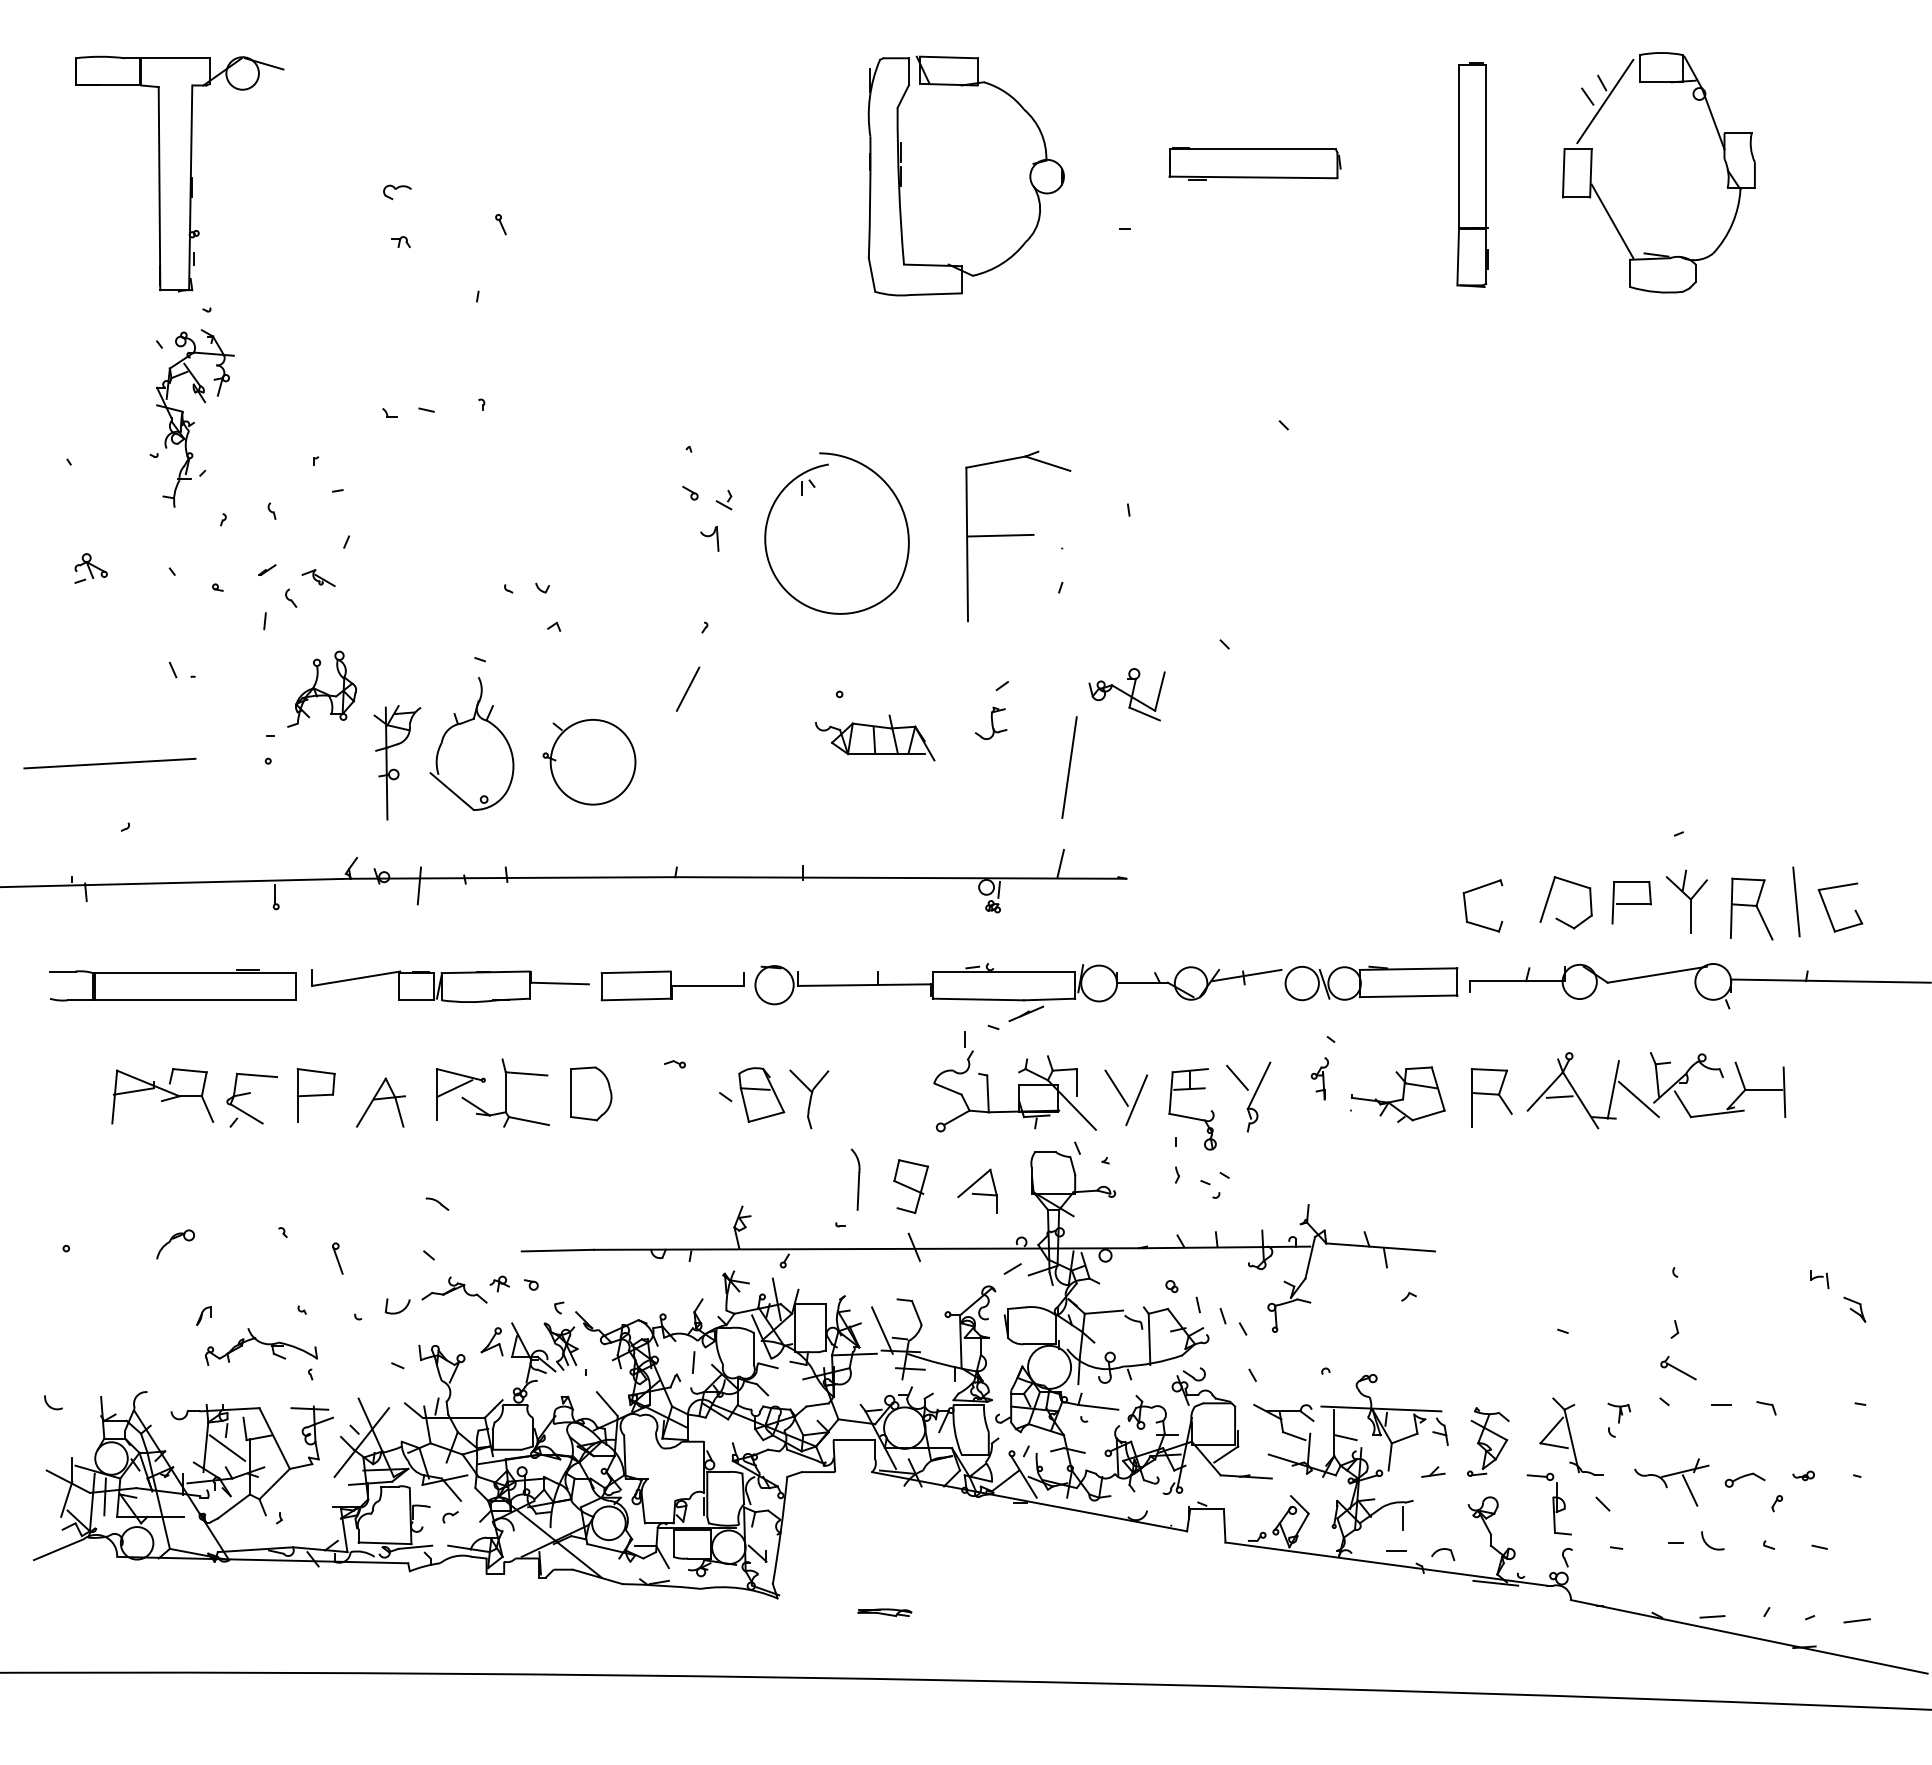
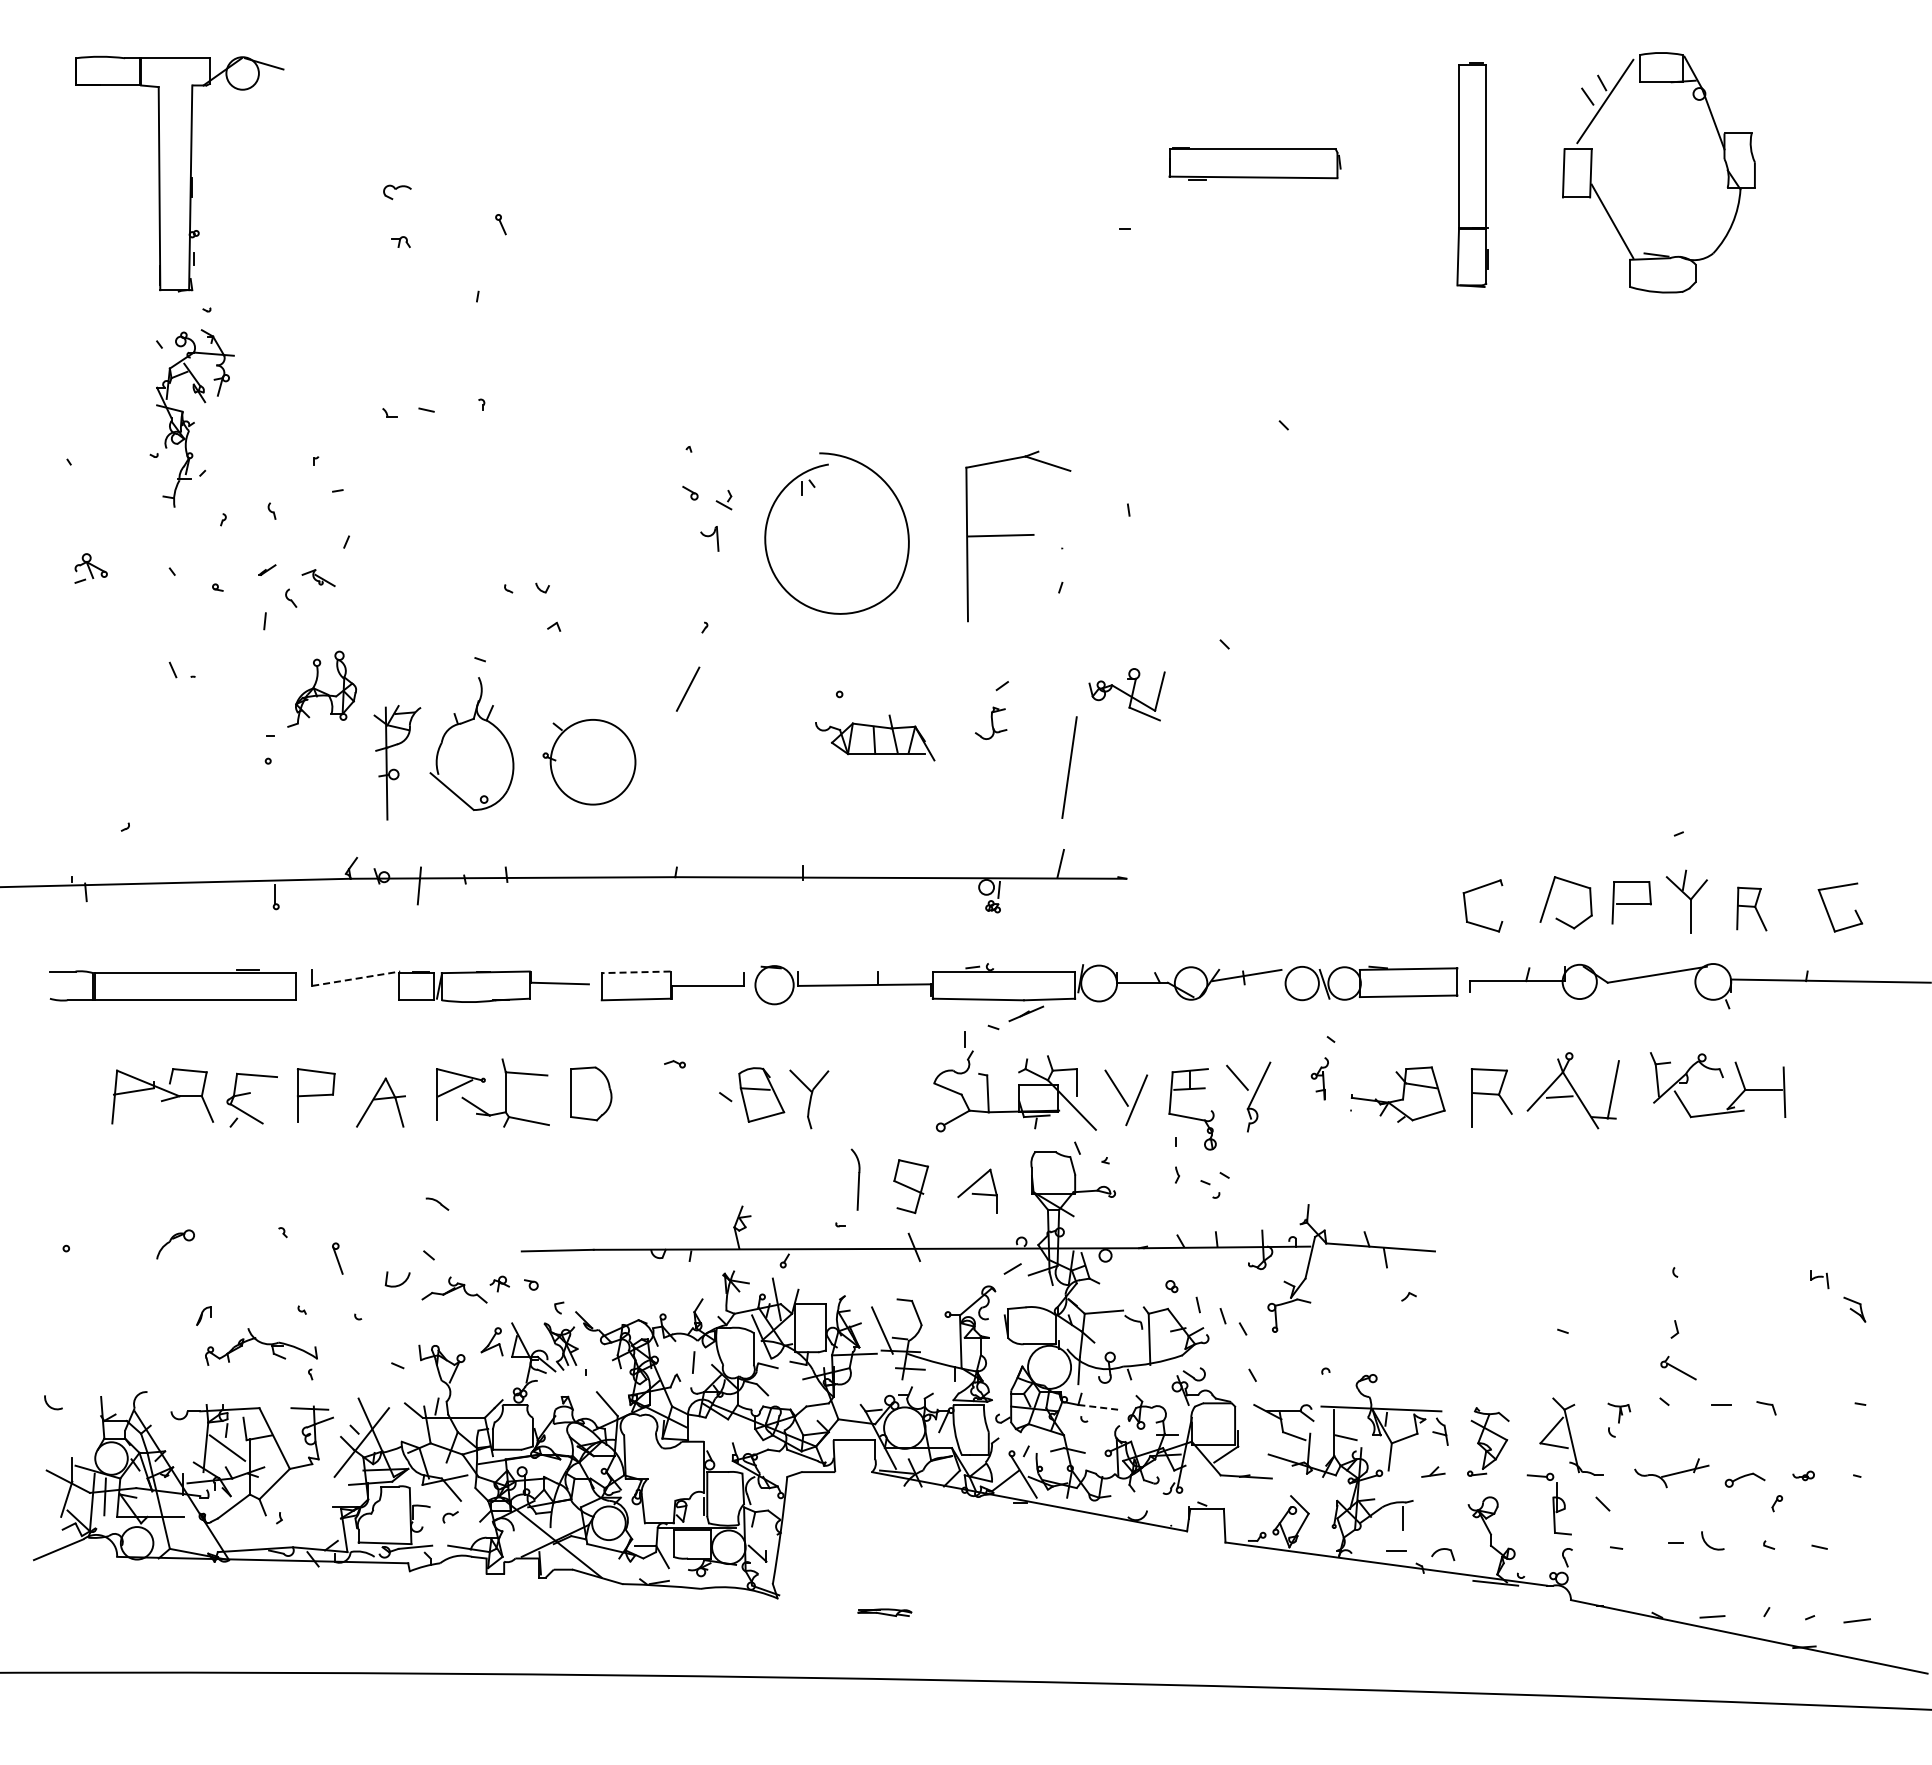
part at (901, 175): present -> none
line at (109, 763): present -> none
line at (1796, 901): present -> none
part at (1751, 908) size: 44x64 px -> 32x46 px
line at (635, 972): solid -> dashed
line at (356, 978): solid -> dashed
line at (1638, 1099): present -> none
part at (397, 1306) position: (397, 1306) -> (397, 1279)
line at (1098, 1407): solid -> dashed
line at (1689, 1490): present -> none
